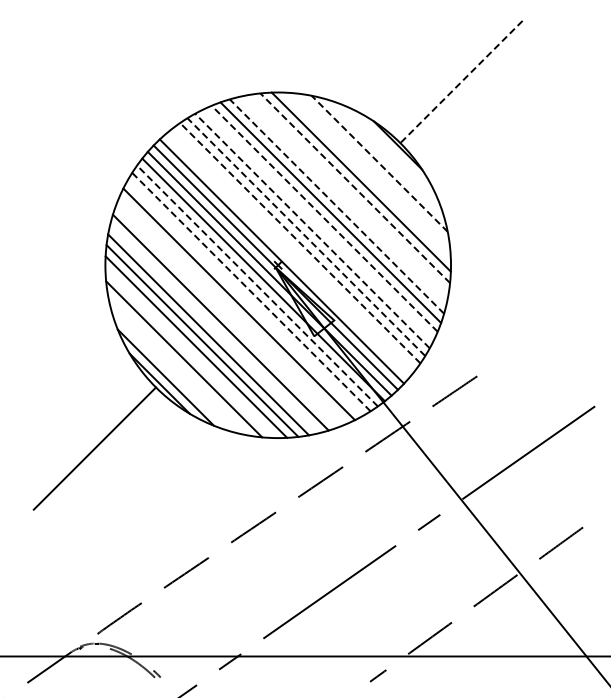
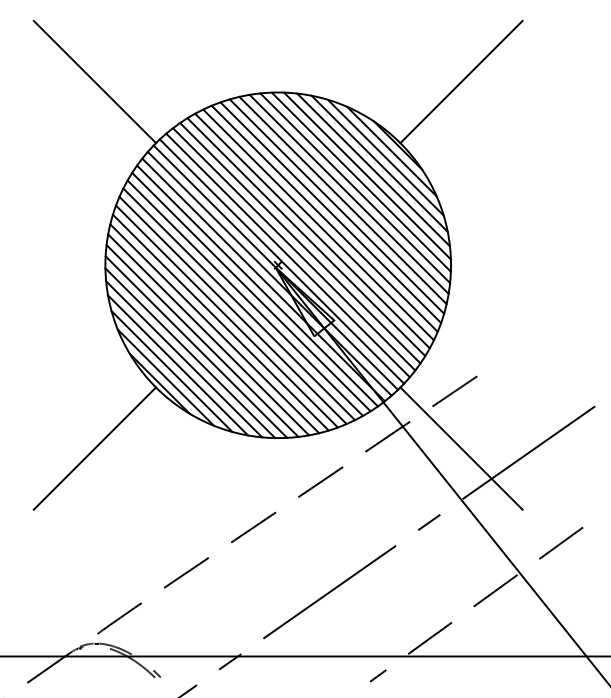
line at (94, 81): none -> present
line at (461, 82): dashed -> solid
line at (391, 151): none -> present
line at (385, 157): none -> present
line at (379, 163): dashed -> solid
line at (373, 169): none -> present
line at (367, 175): none -> present
line at (354, 187): dashed -> solid
line at (348, 193): none -> present
line at (342, 200): none -> present
line at (336, 206): dashed -> solid
line at (324, 218): dashed -> solid
line at (318, 224): none -> present
line at (312, 231): dashed -> solid
line at (306, 236): dashed -> solid
line at (300, 243): dashed -> solid
line at (294, 249): none -> present
line at (287, 255): none -> present
line at (257, 285): dashed -> solid
line at (251, 292): dashed -> solid
line at (244, 297): none -> present
line at (232, 309): none -> present
line at (226, 316): none -> present
line at (214, 328): none -> present
line at (190, 353): none -> present
line at (178, 365): none -> present
line at (171, 371): none -> present
line at (461, 448): none -> present
